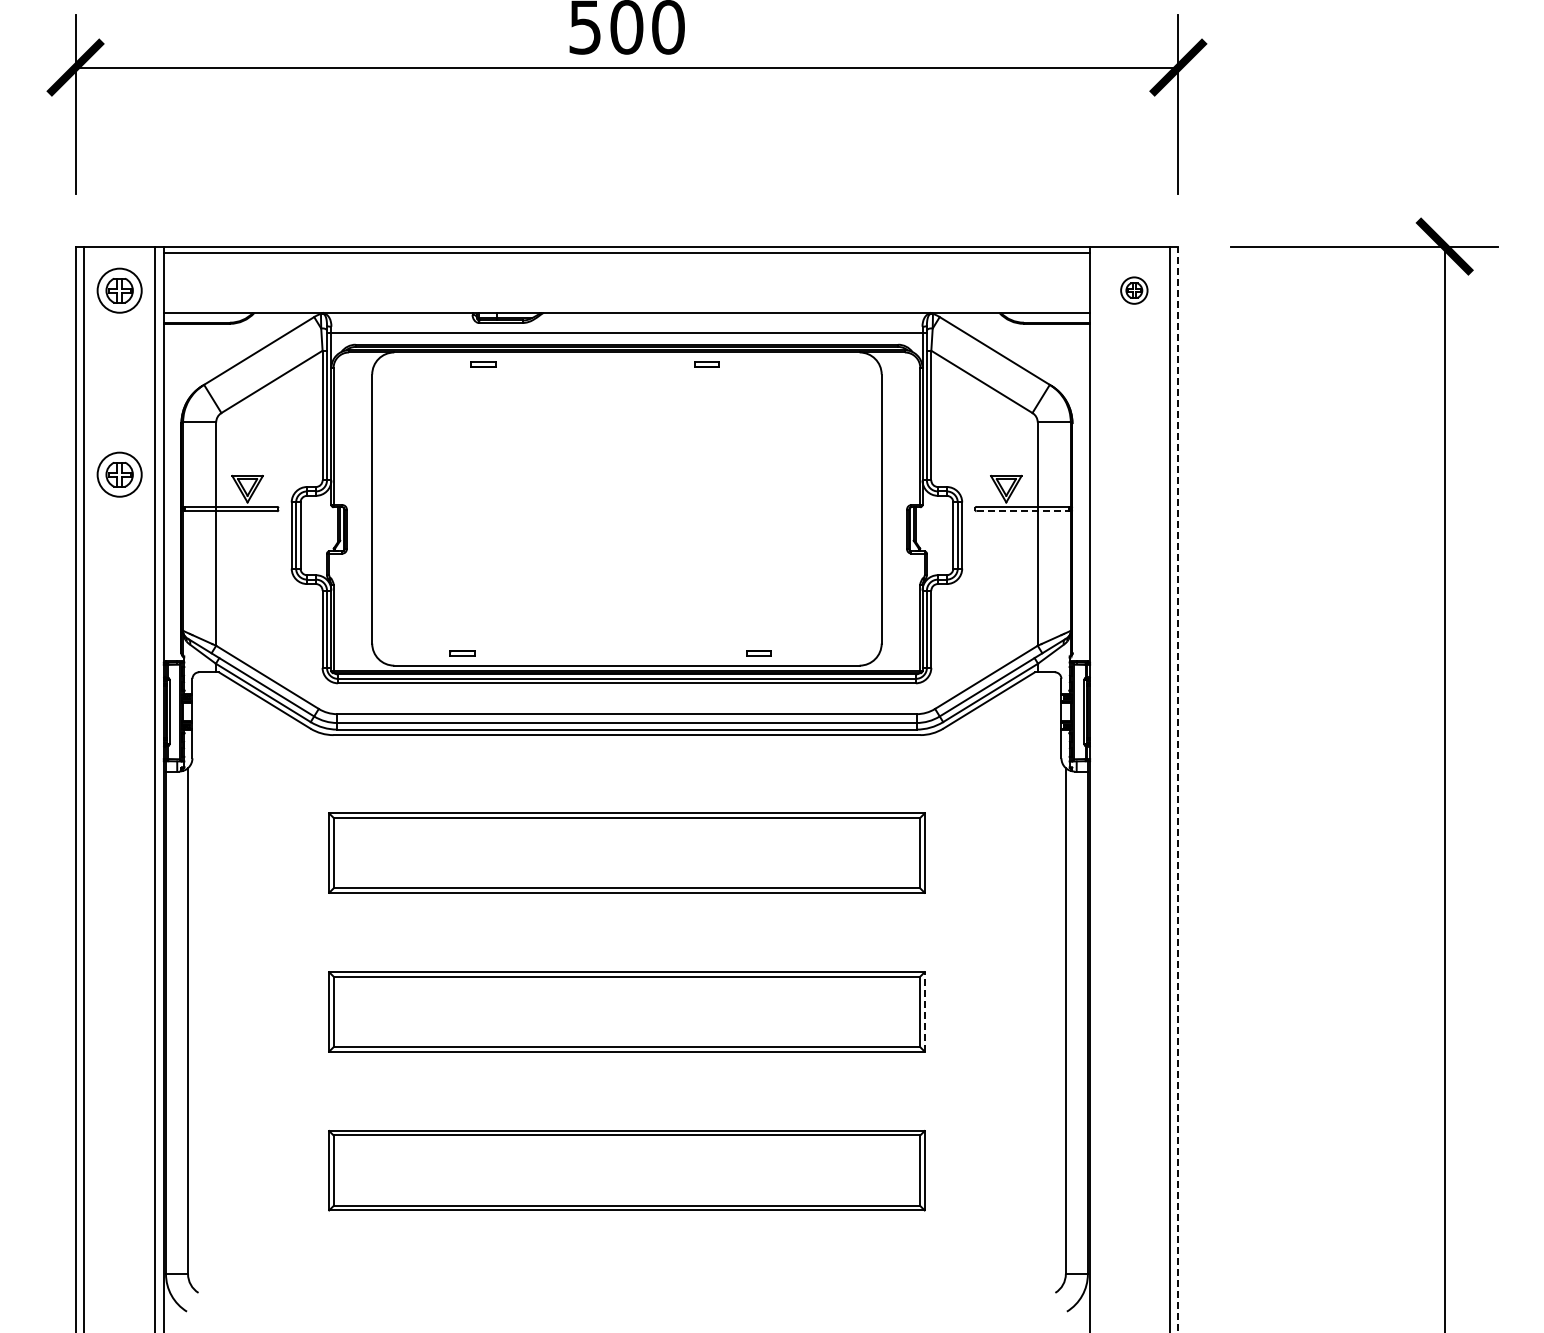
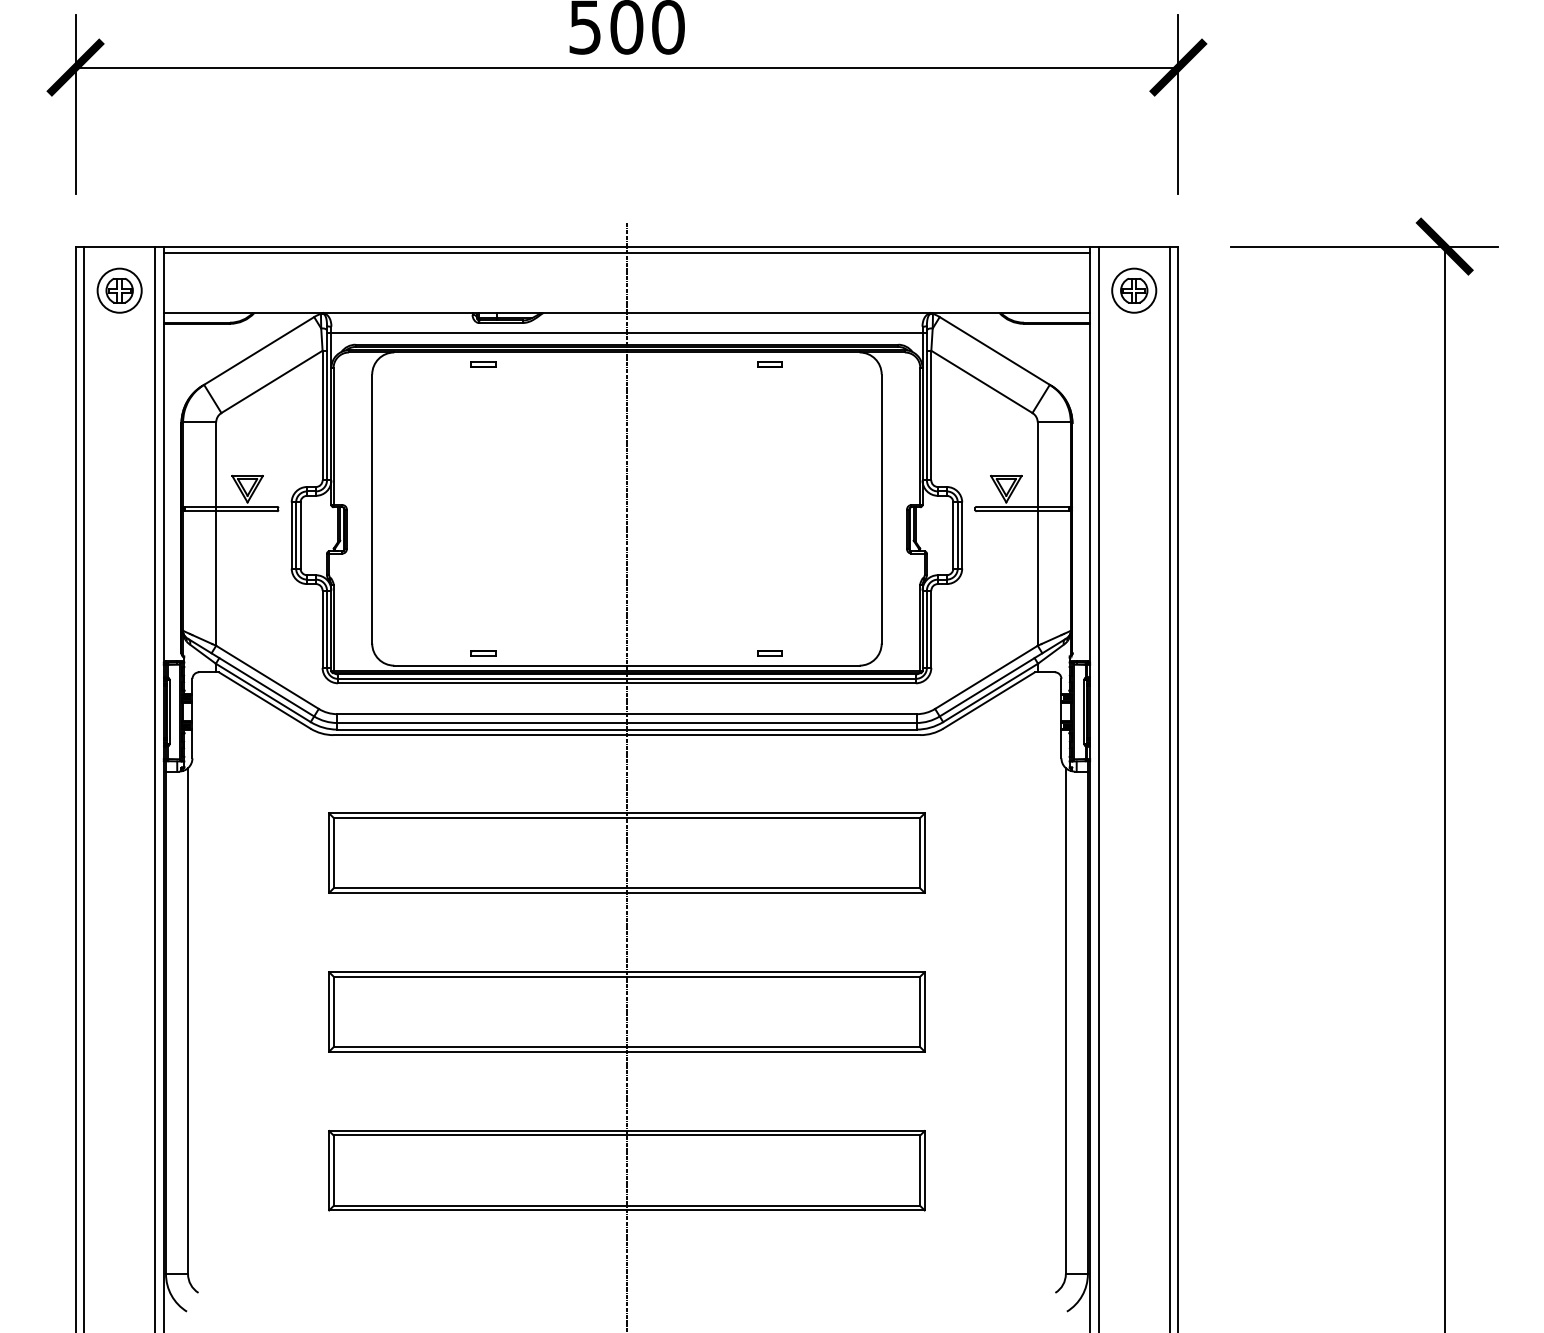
part at (1134, 290) size: 29x29 px -> 47x47 px
part at (706, 364) position: (706, 364) -> (769, 364)
part at (119, 474): present -> none
line at (1024, 511): dashed -> solid
part at (462, 653) position: (462, 653) -> (483, 653)
part at (758, 653) position: (758, 653) -> (769, 653)
line at (626, 776): none -> present
line at (1098, 787): none -> present
line at (1178, 789): dashed -> solid
line at (924, 1011): dashed -> solid
